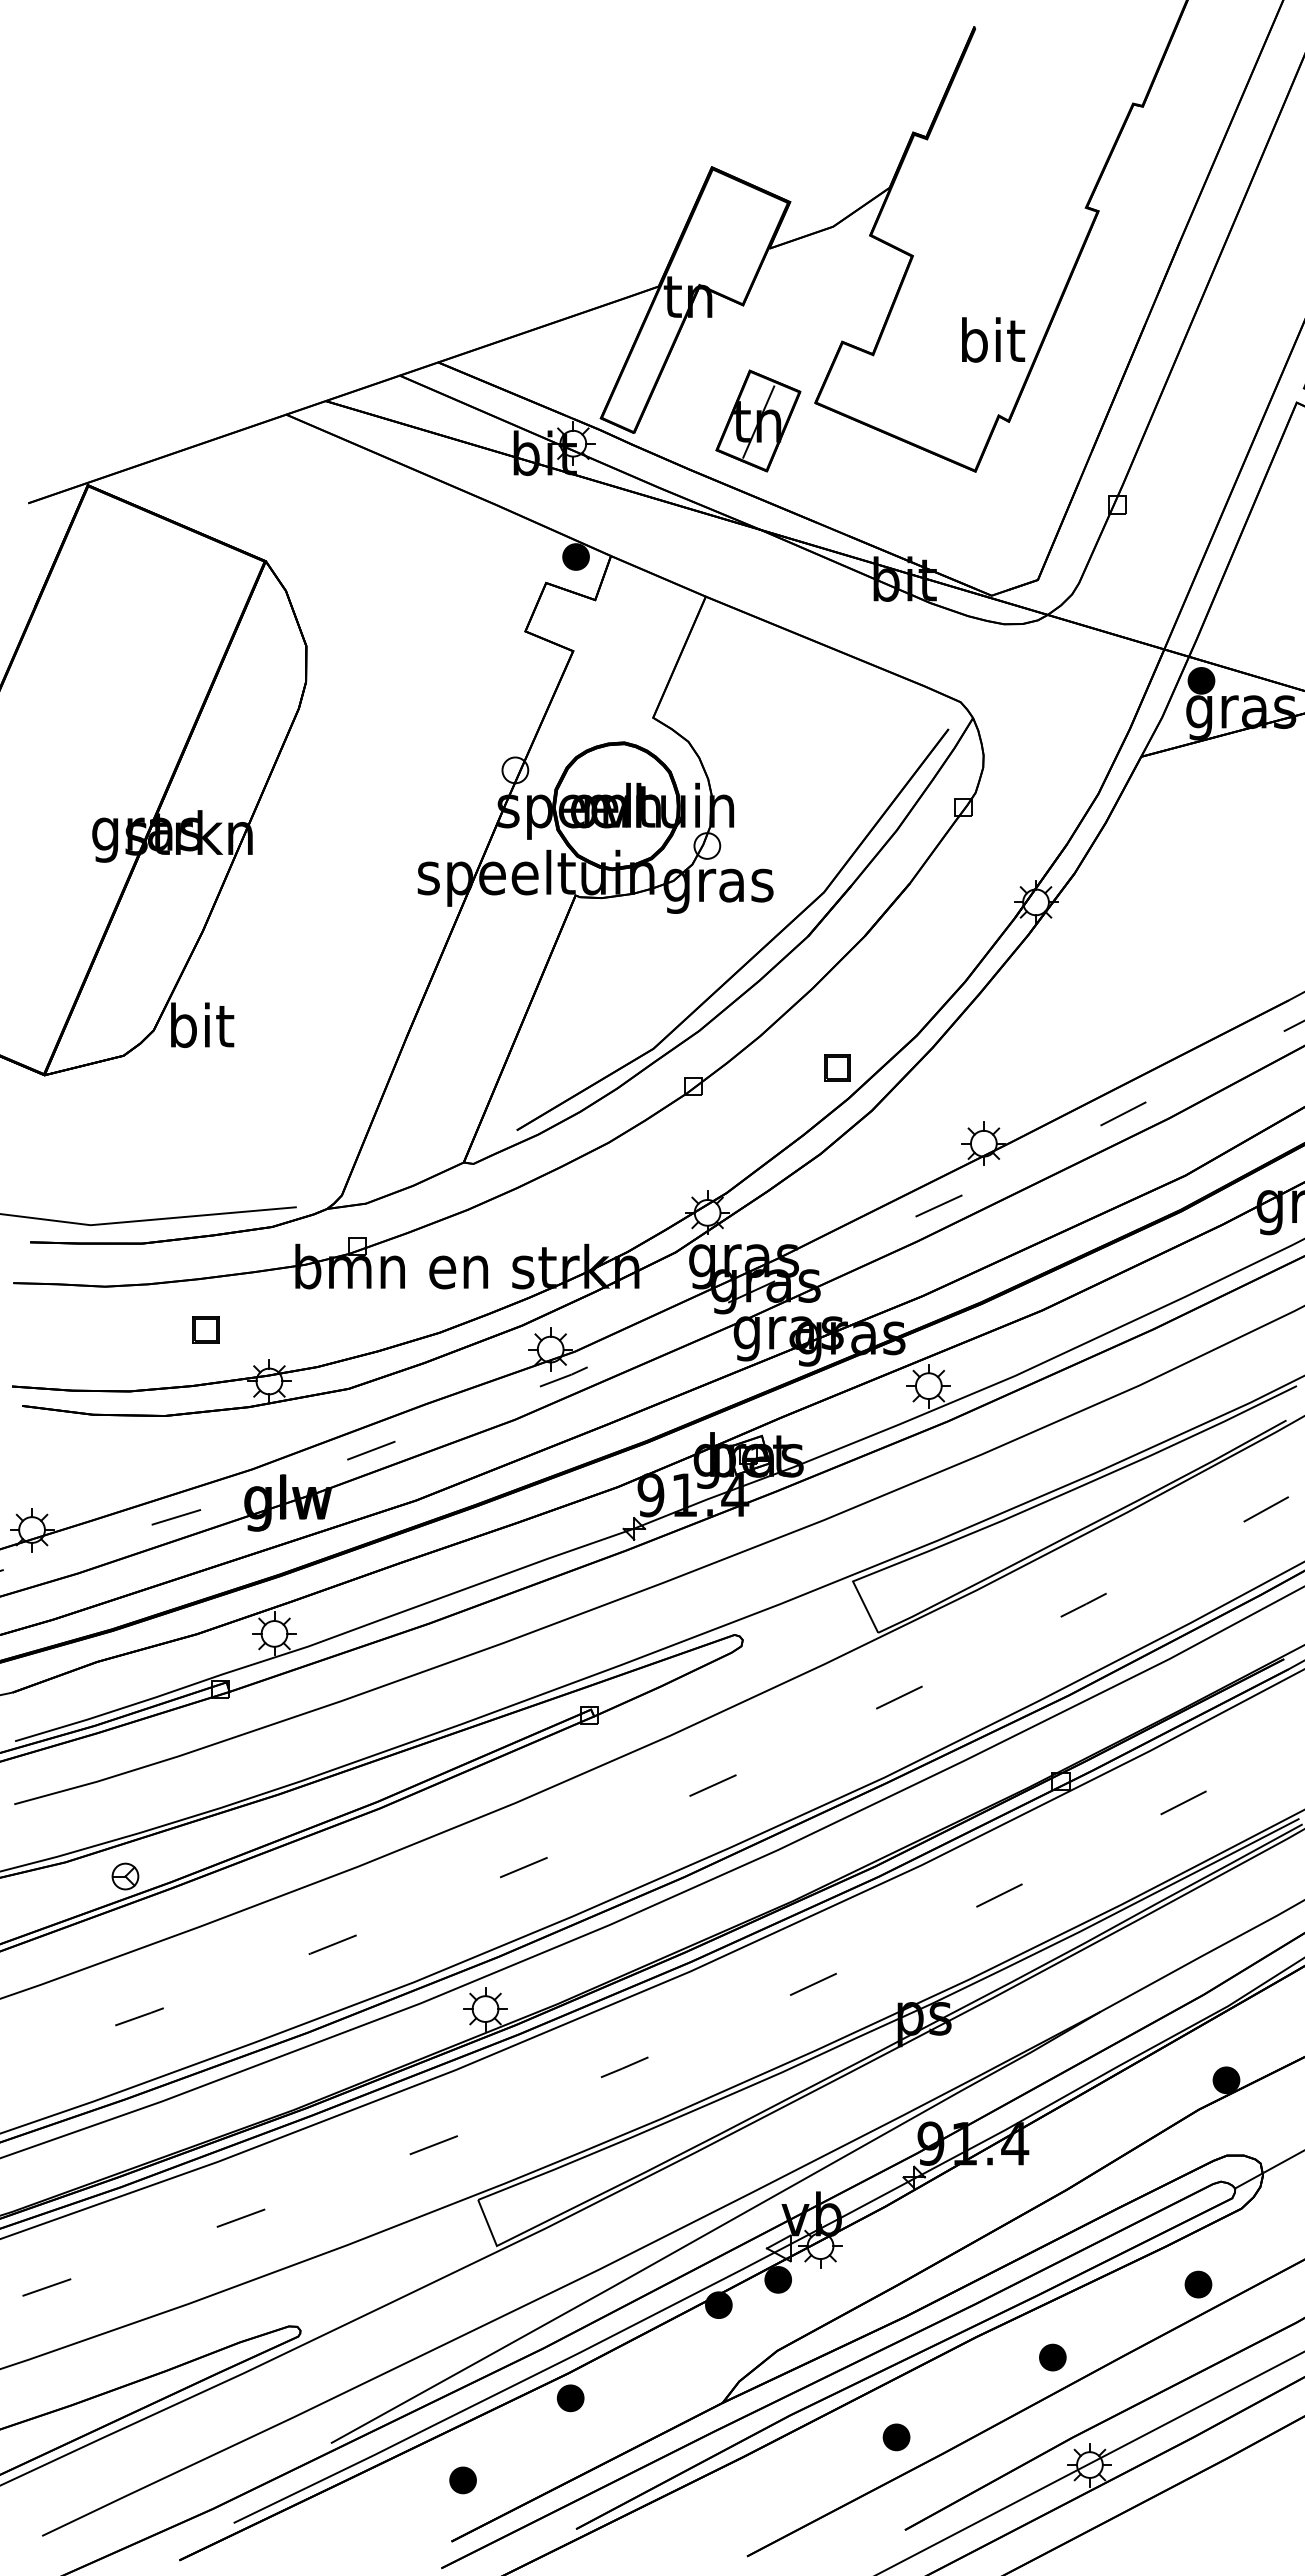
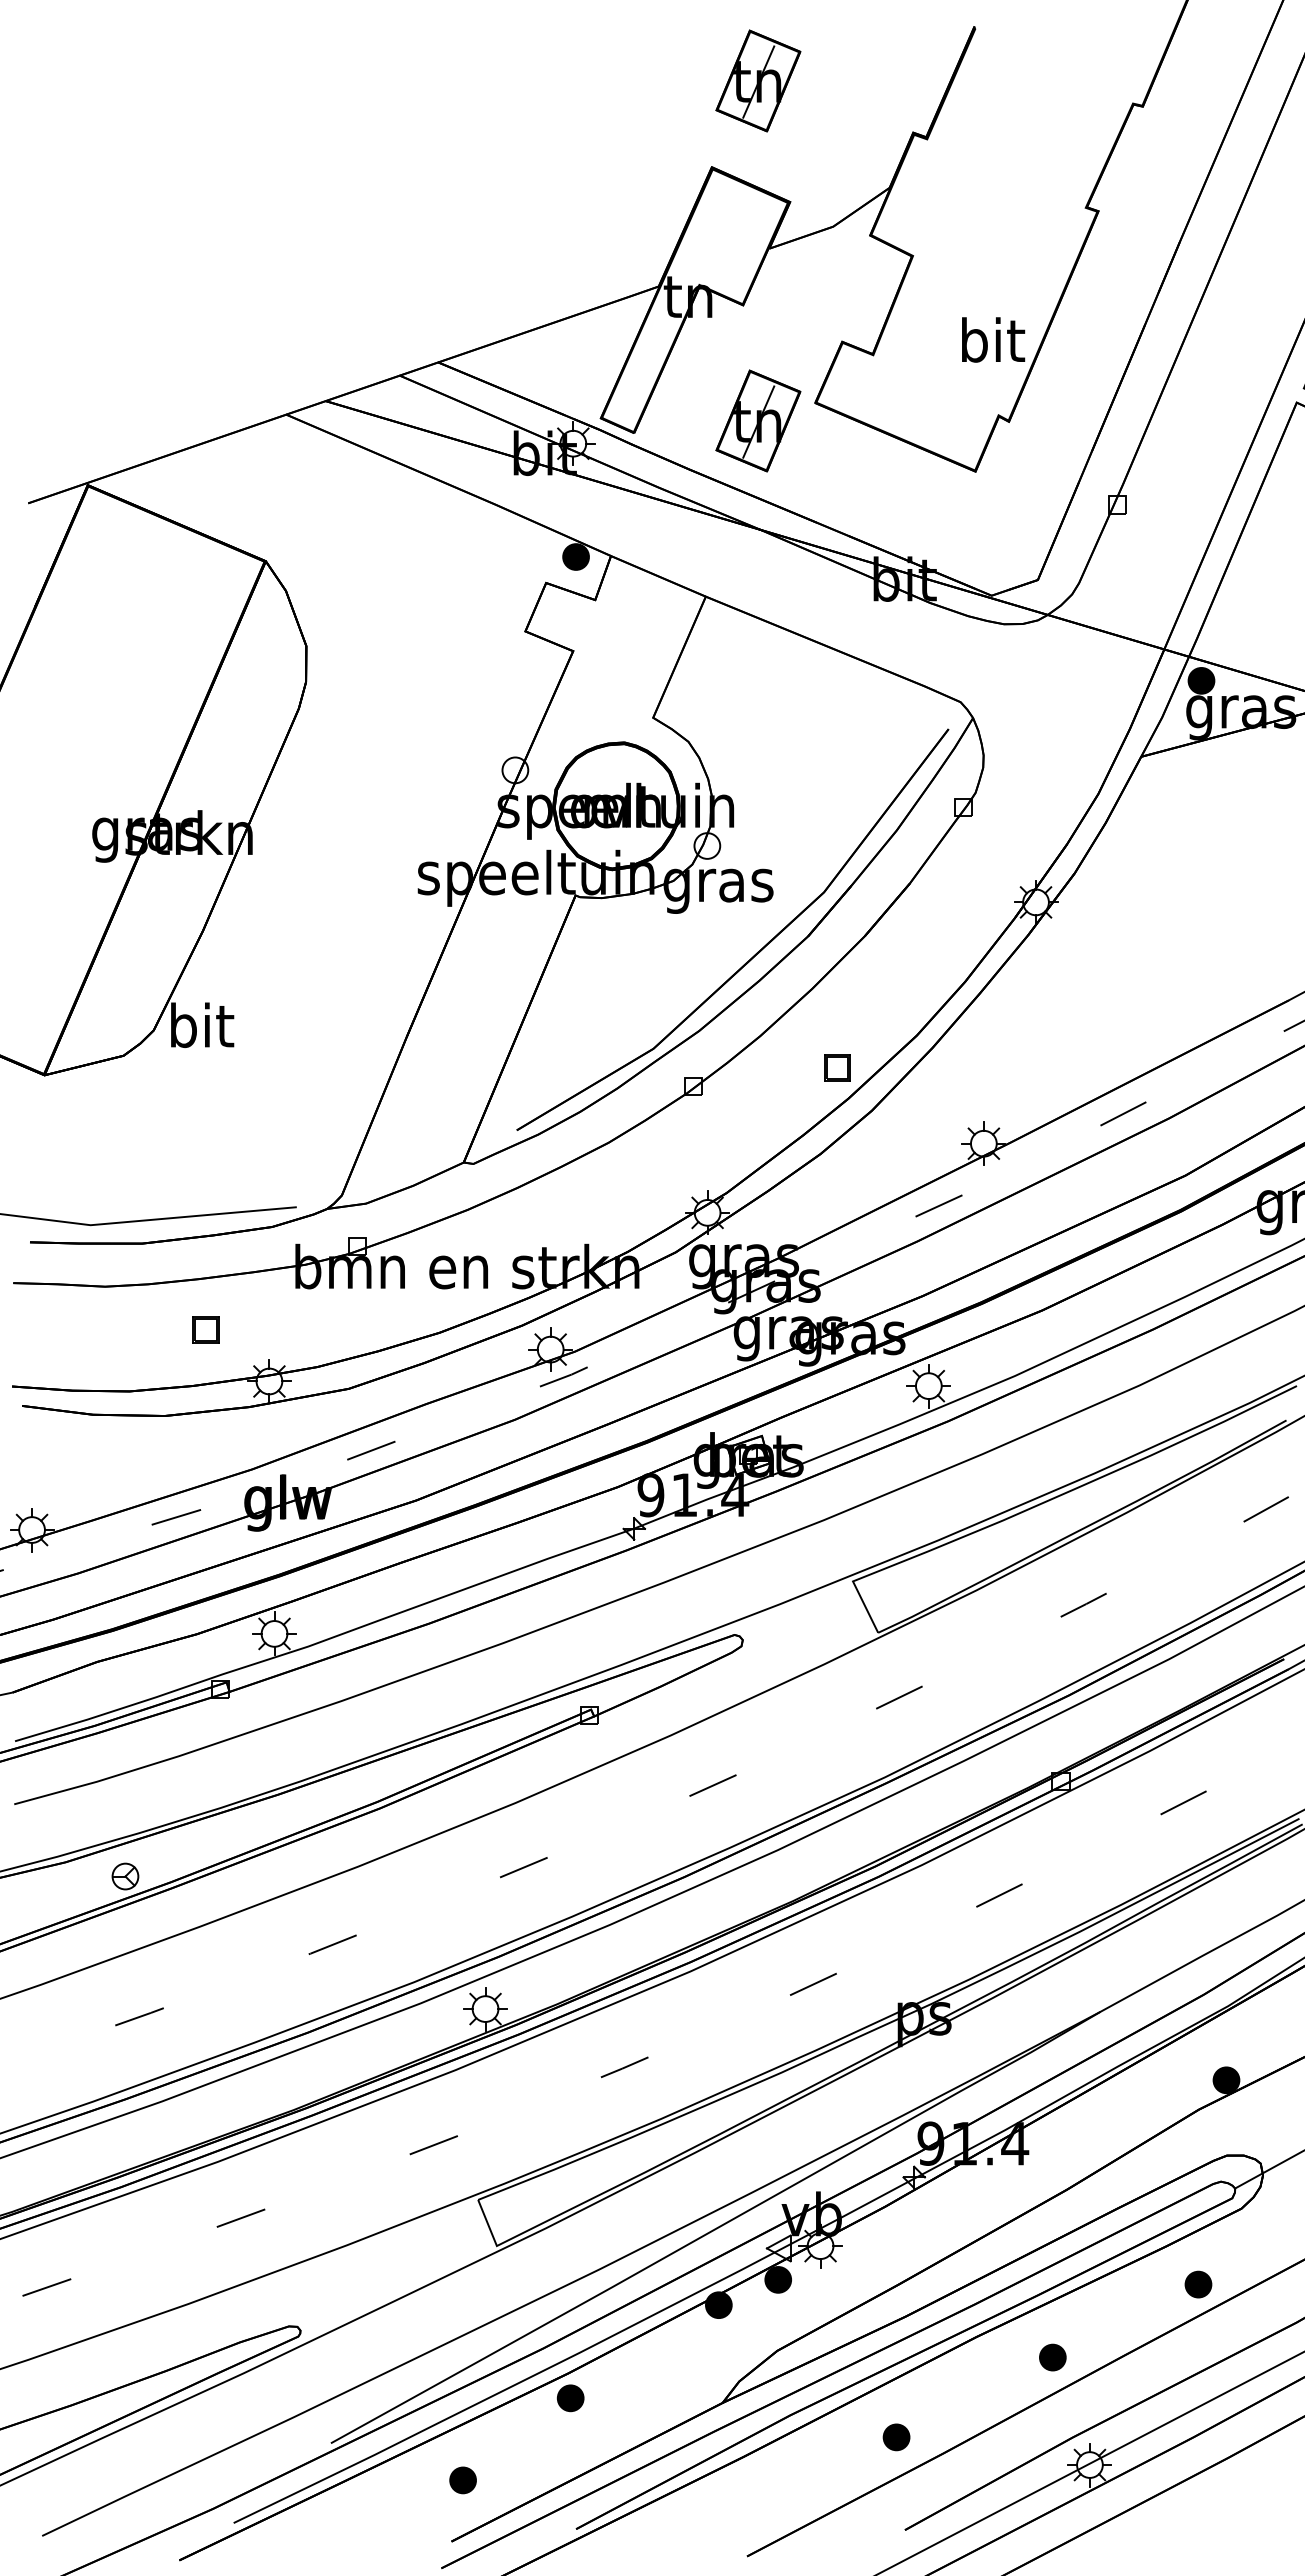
part at (758, 80): none -> present
